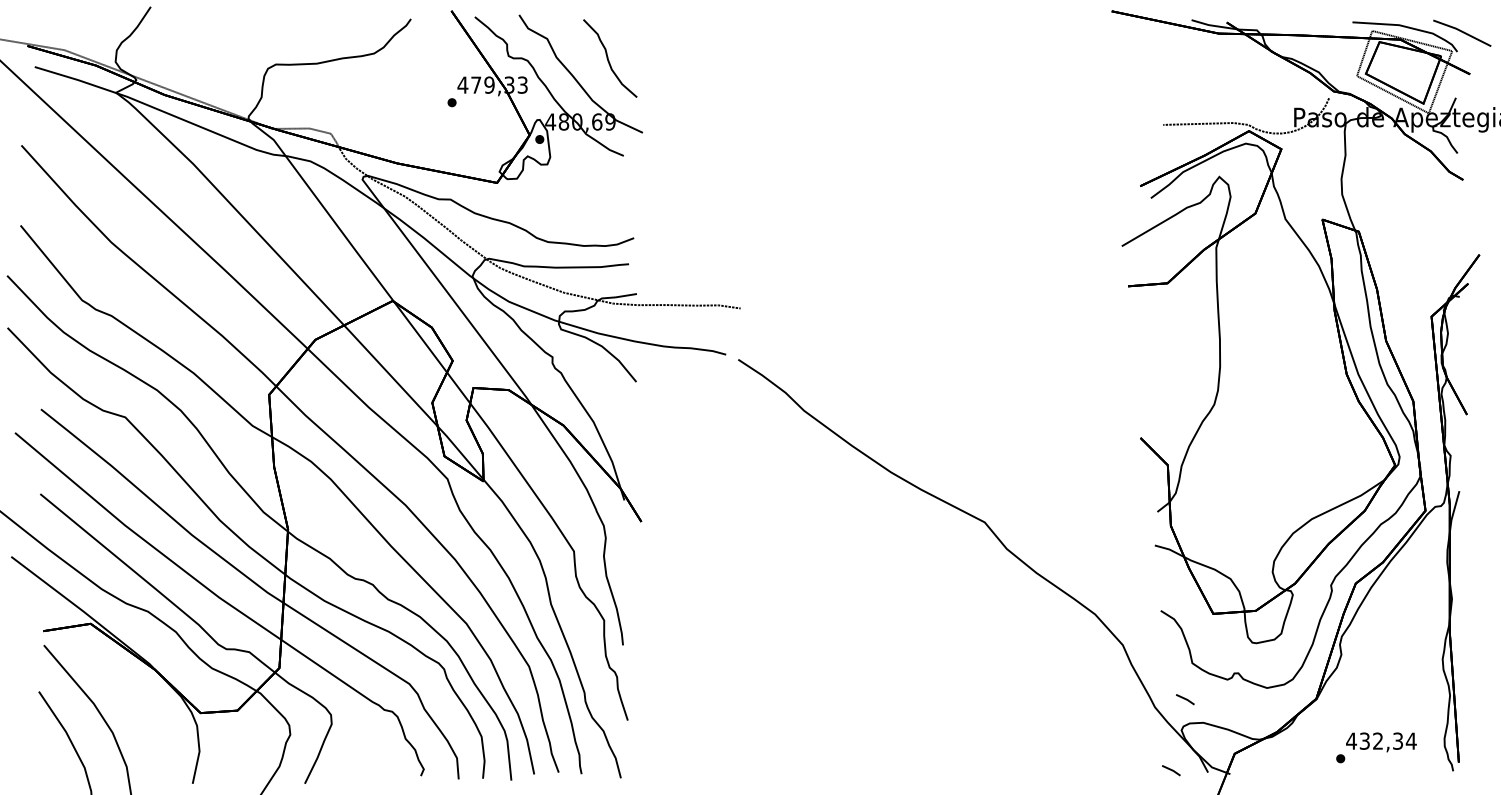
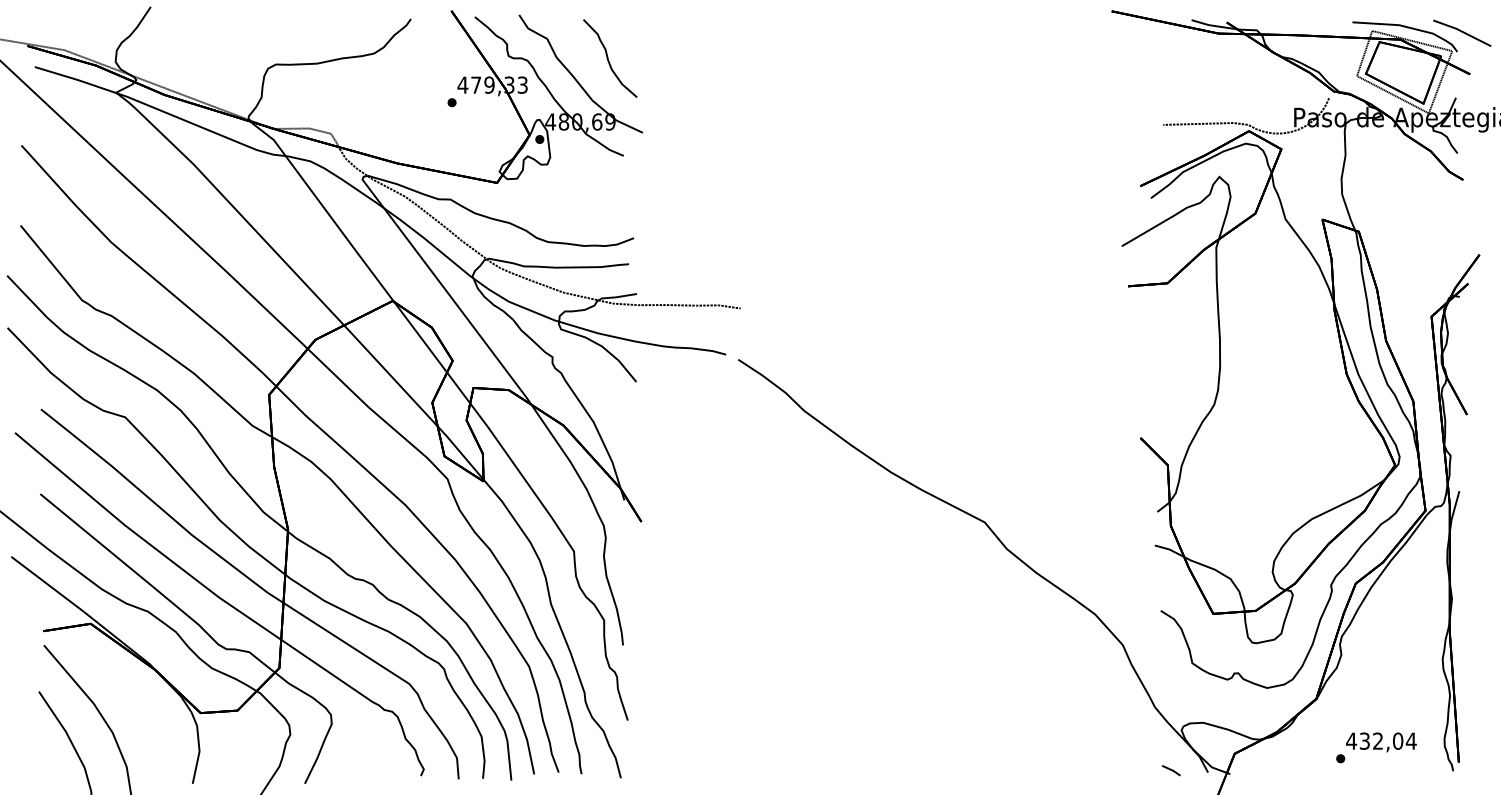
line at (1185, 699): present -> none
text at (1397, 740): 432,34 -> 432,04
